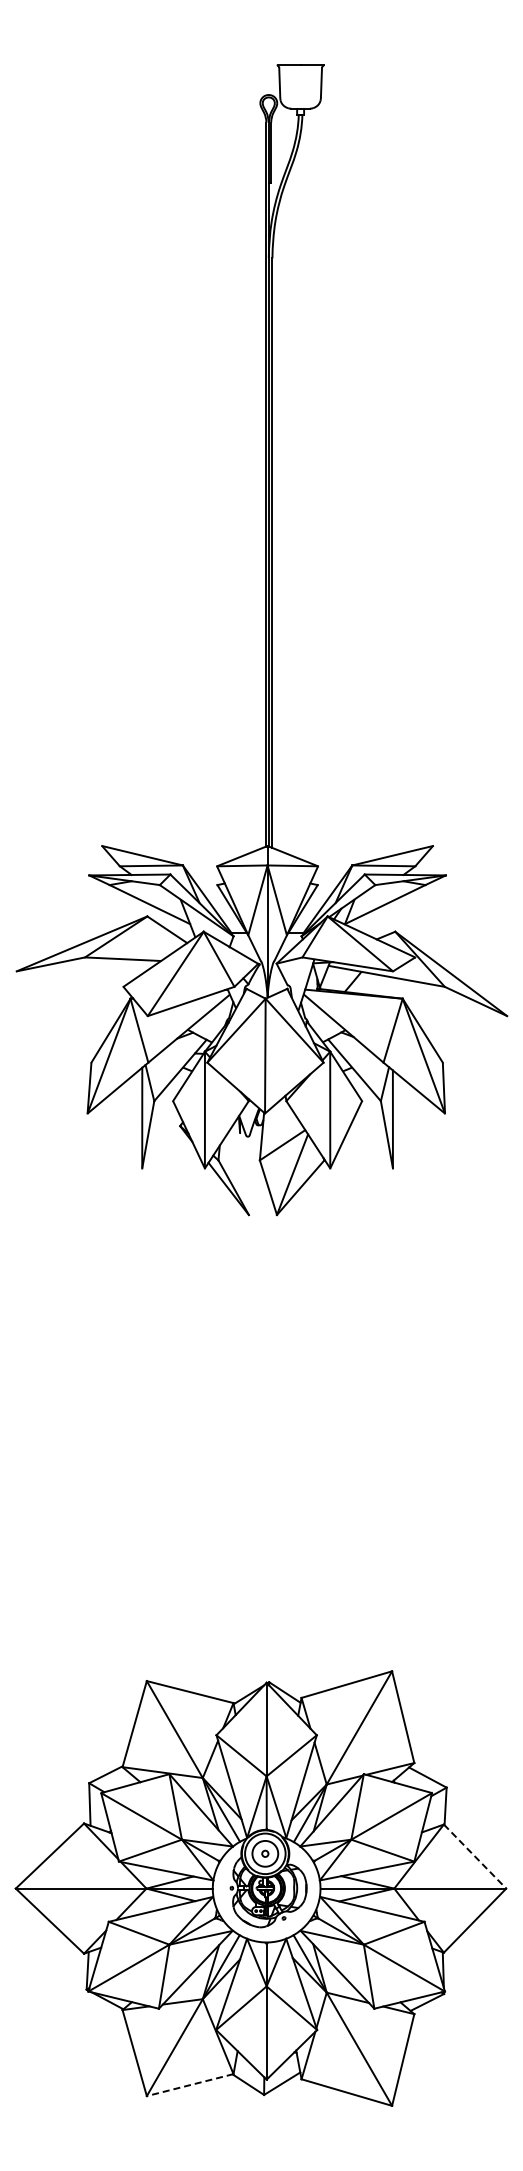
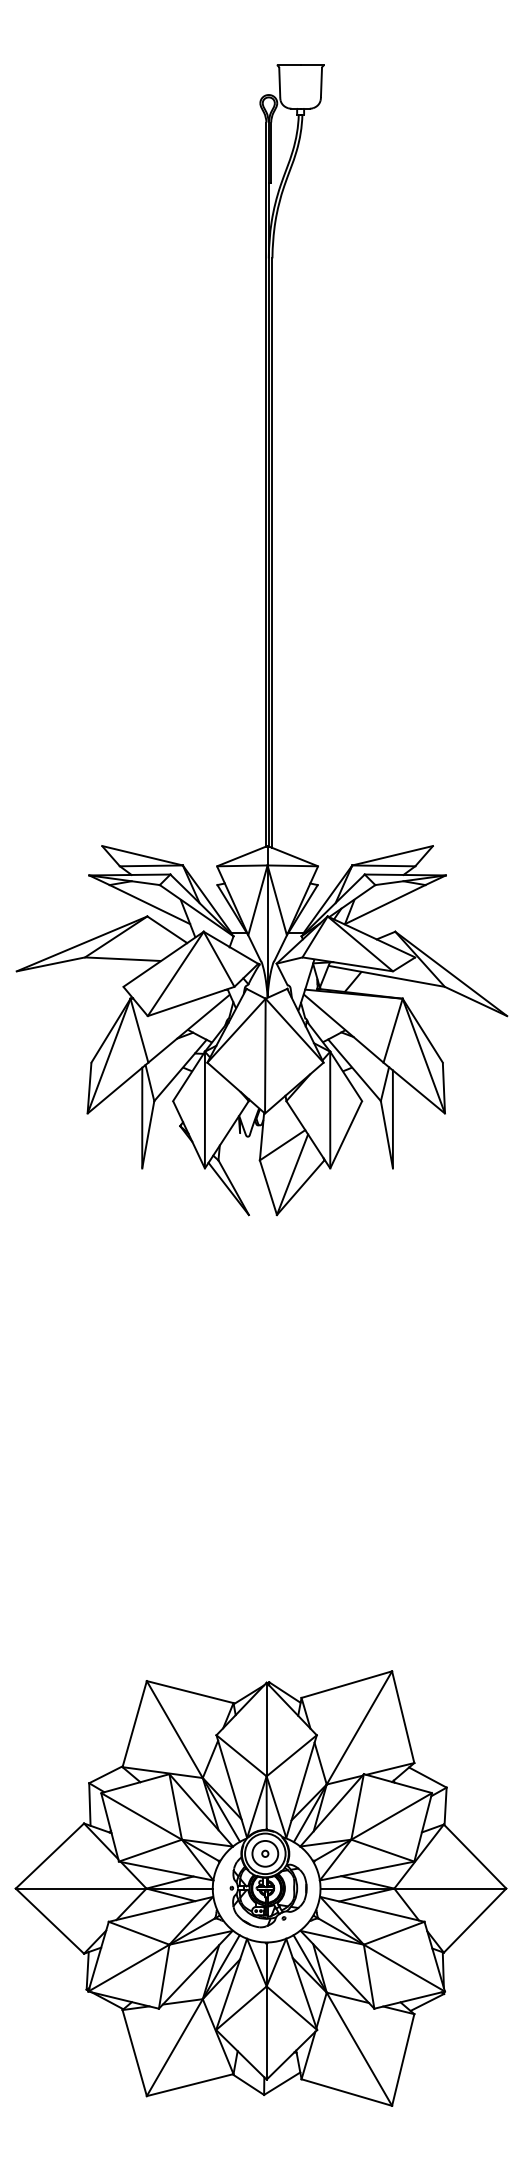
line at (475, 1856): dashed -> solid
line at (190, 2085): dashed -> solid
